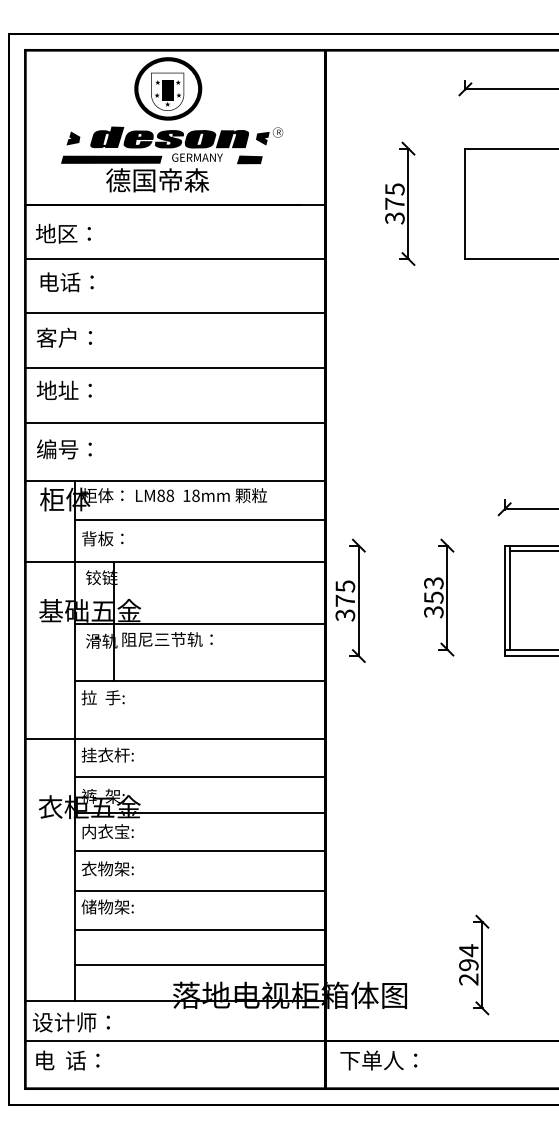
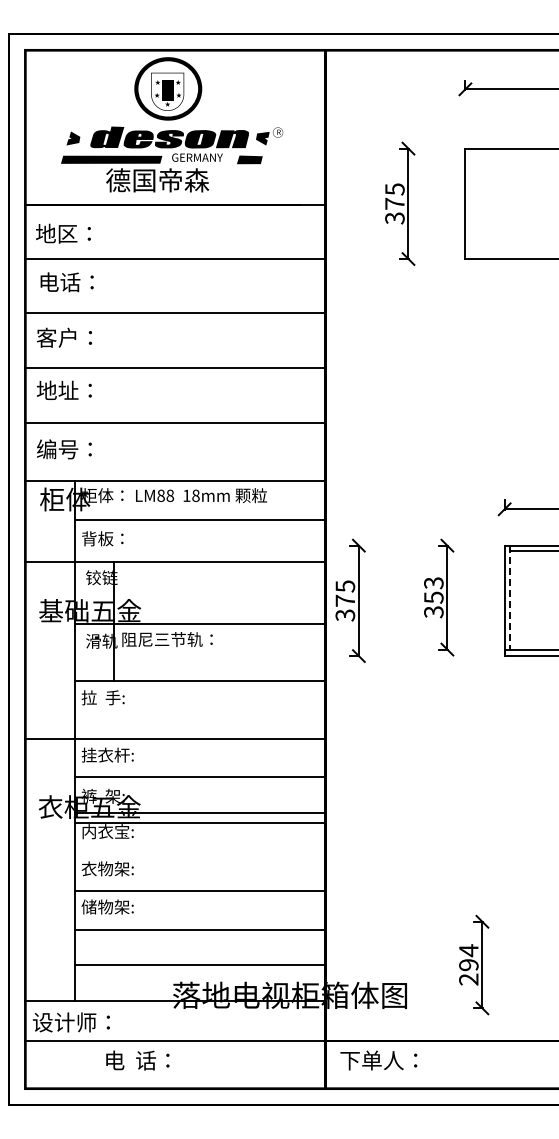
line at (509, 597): solid -> dashed
line at (199, 851) position: (199, 851) -> (199, 823)
text at (67, 1060) position: (67, 1060) -> (137, 1060)
